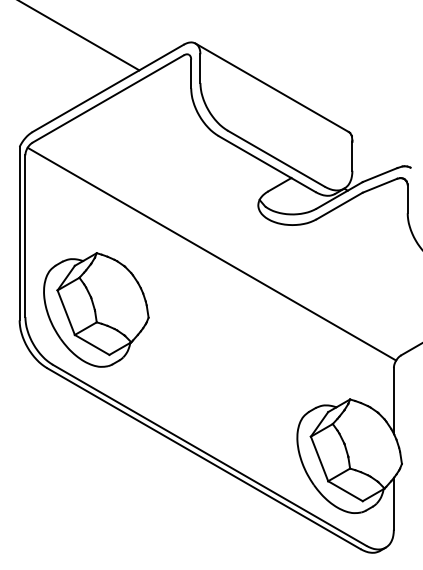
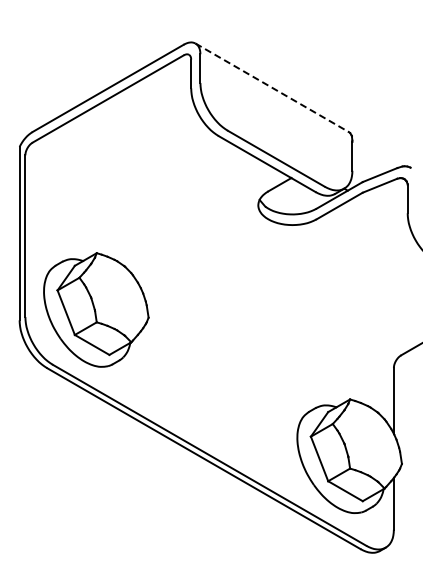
line at (80, 36): present -> none
line at (272, 87): solid -> dashed
line at (211, 253): present -> none
